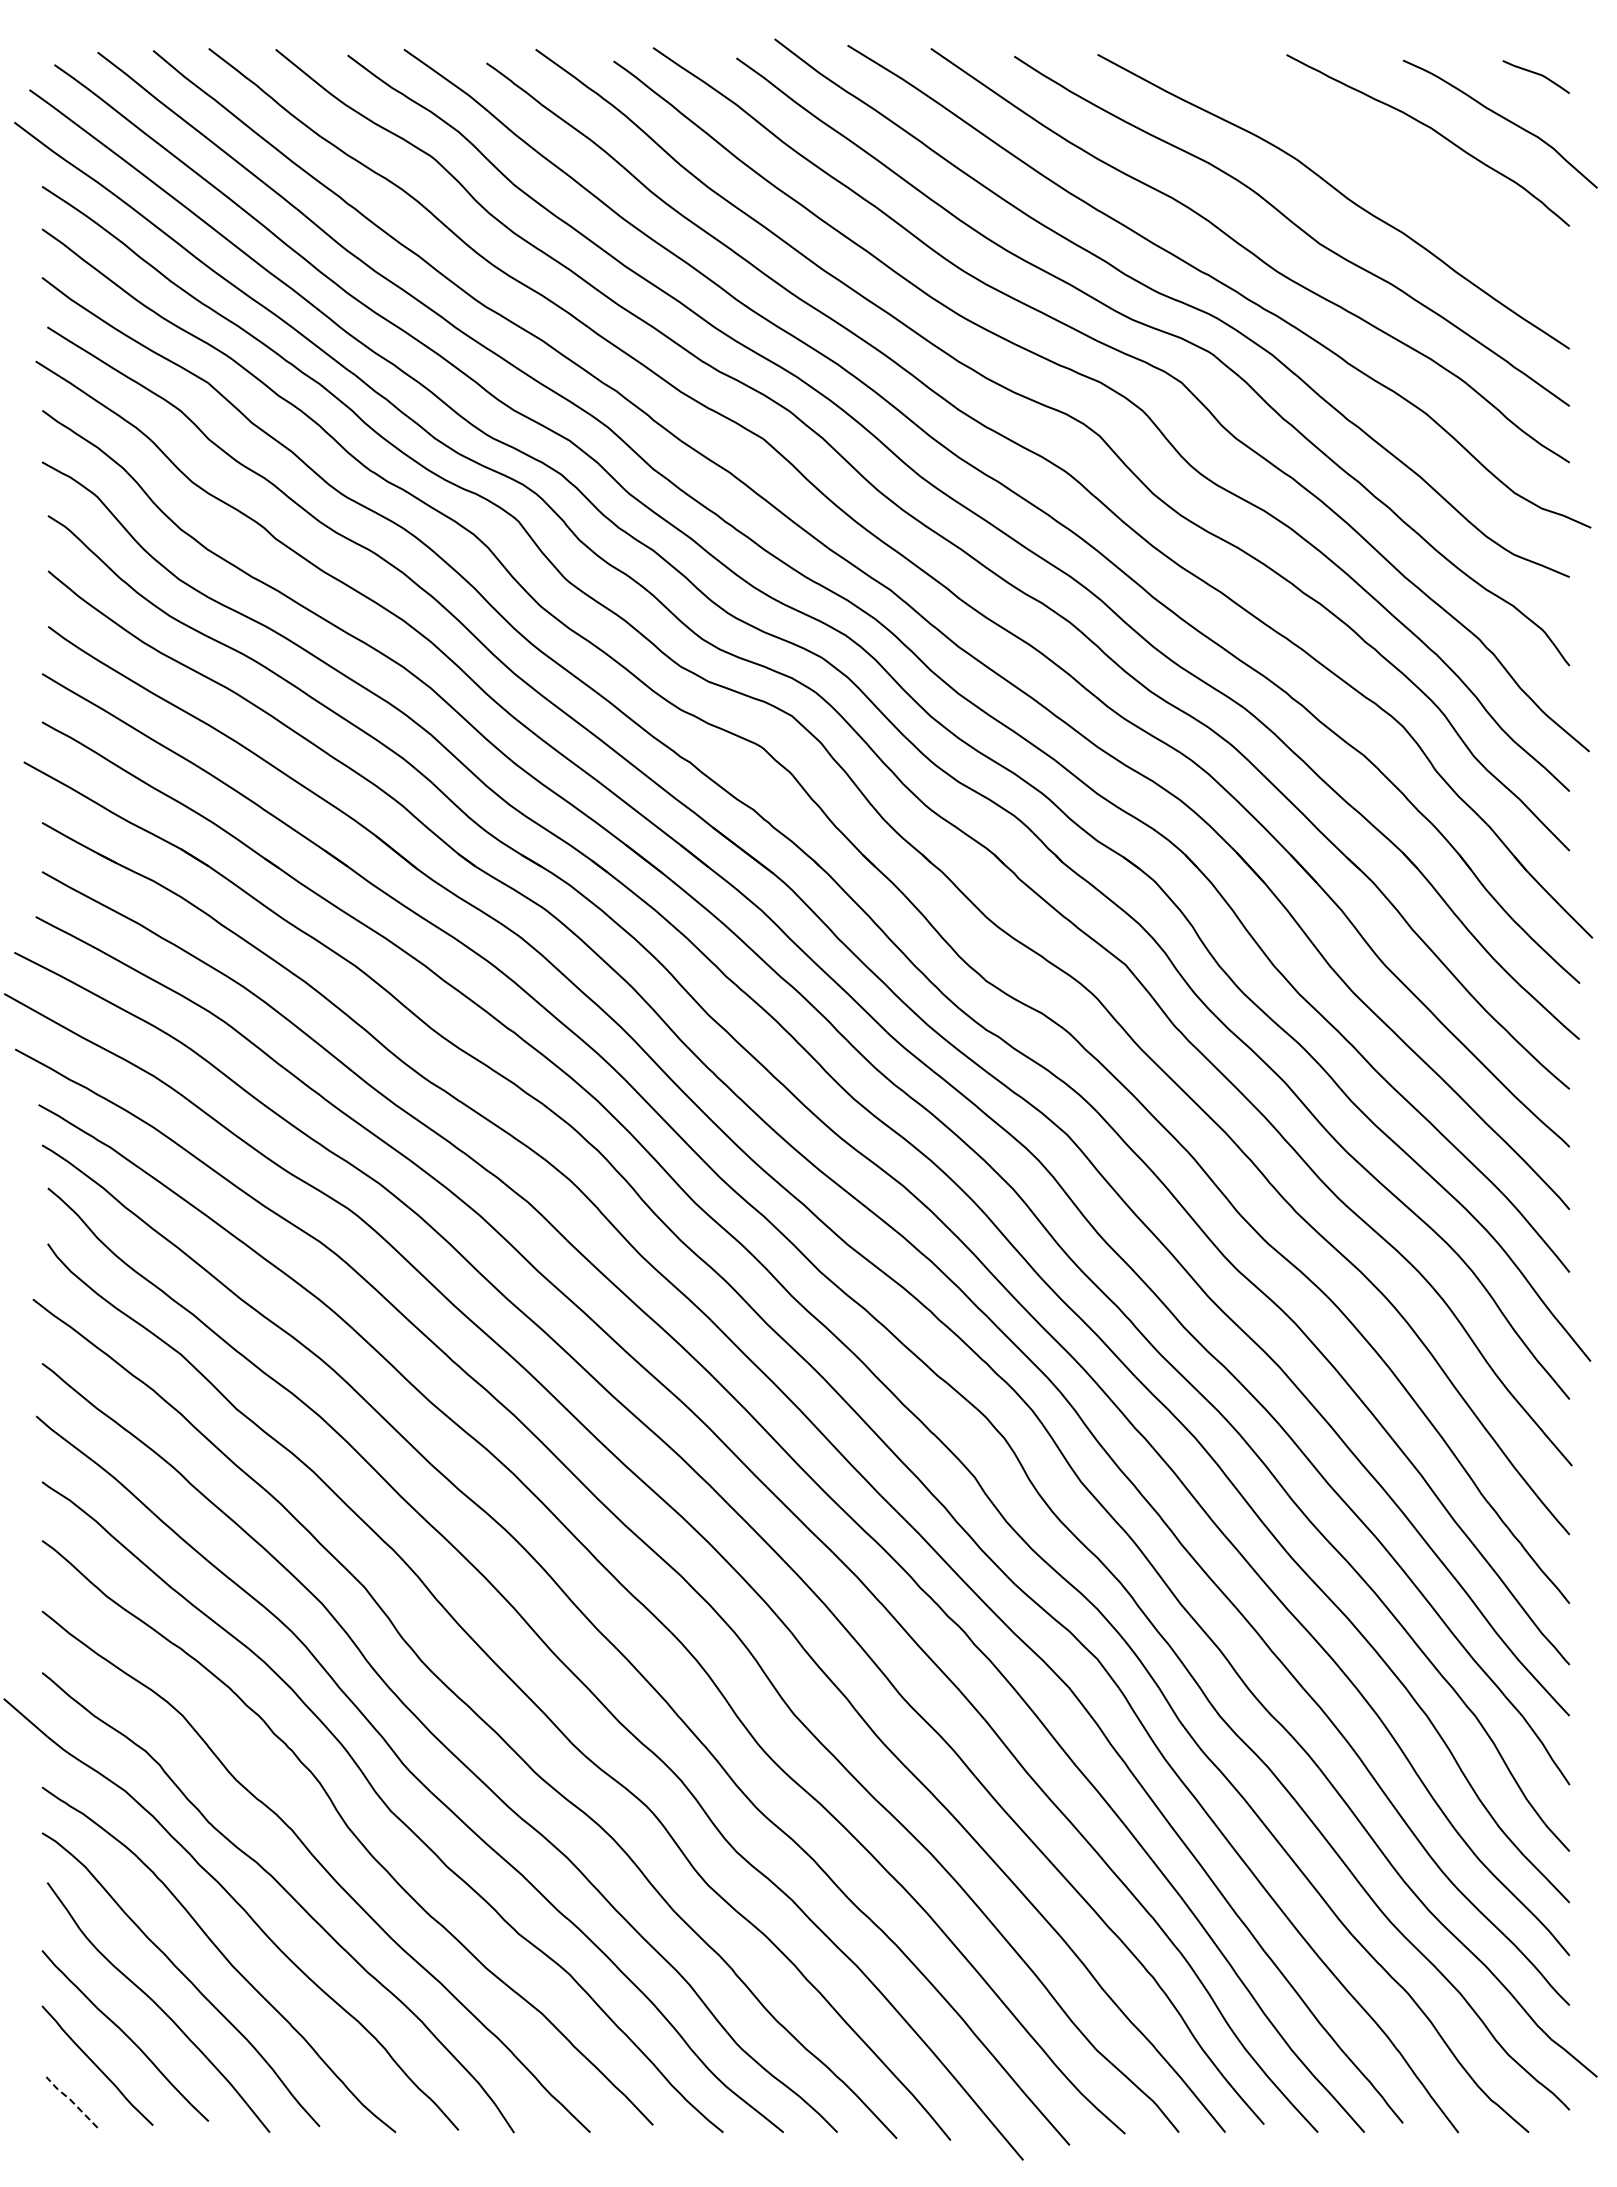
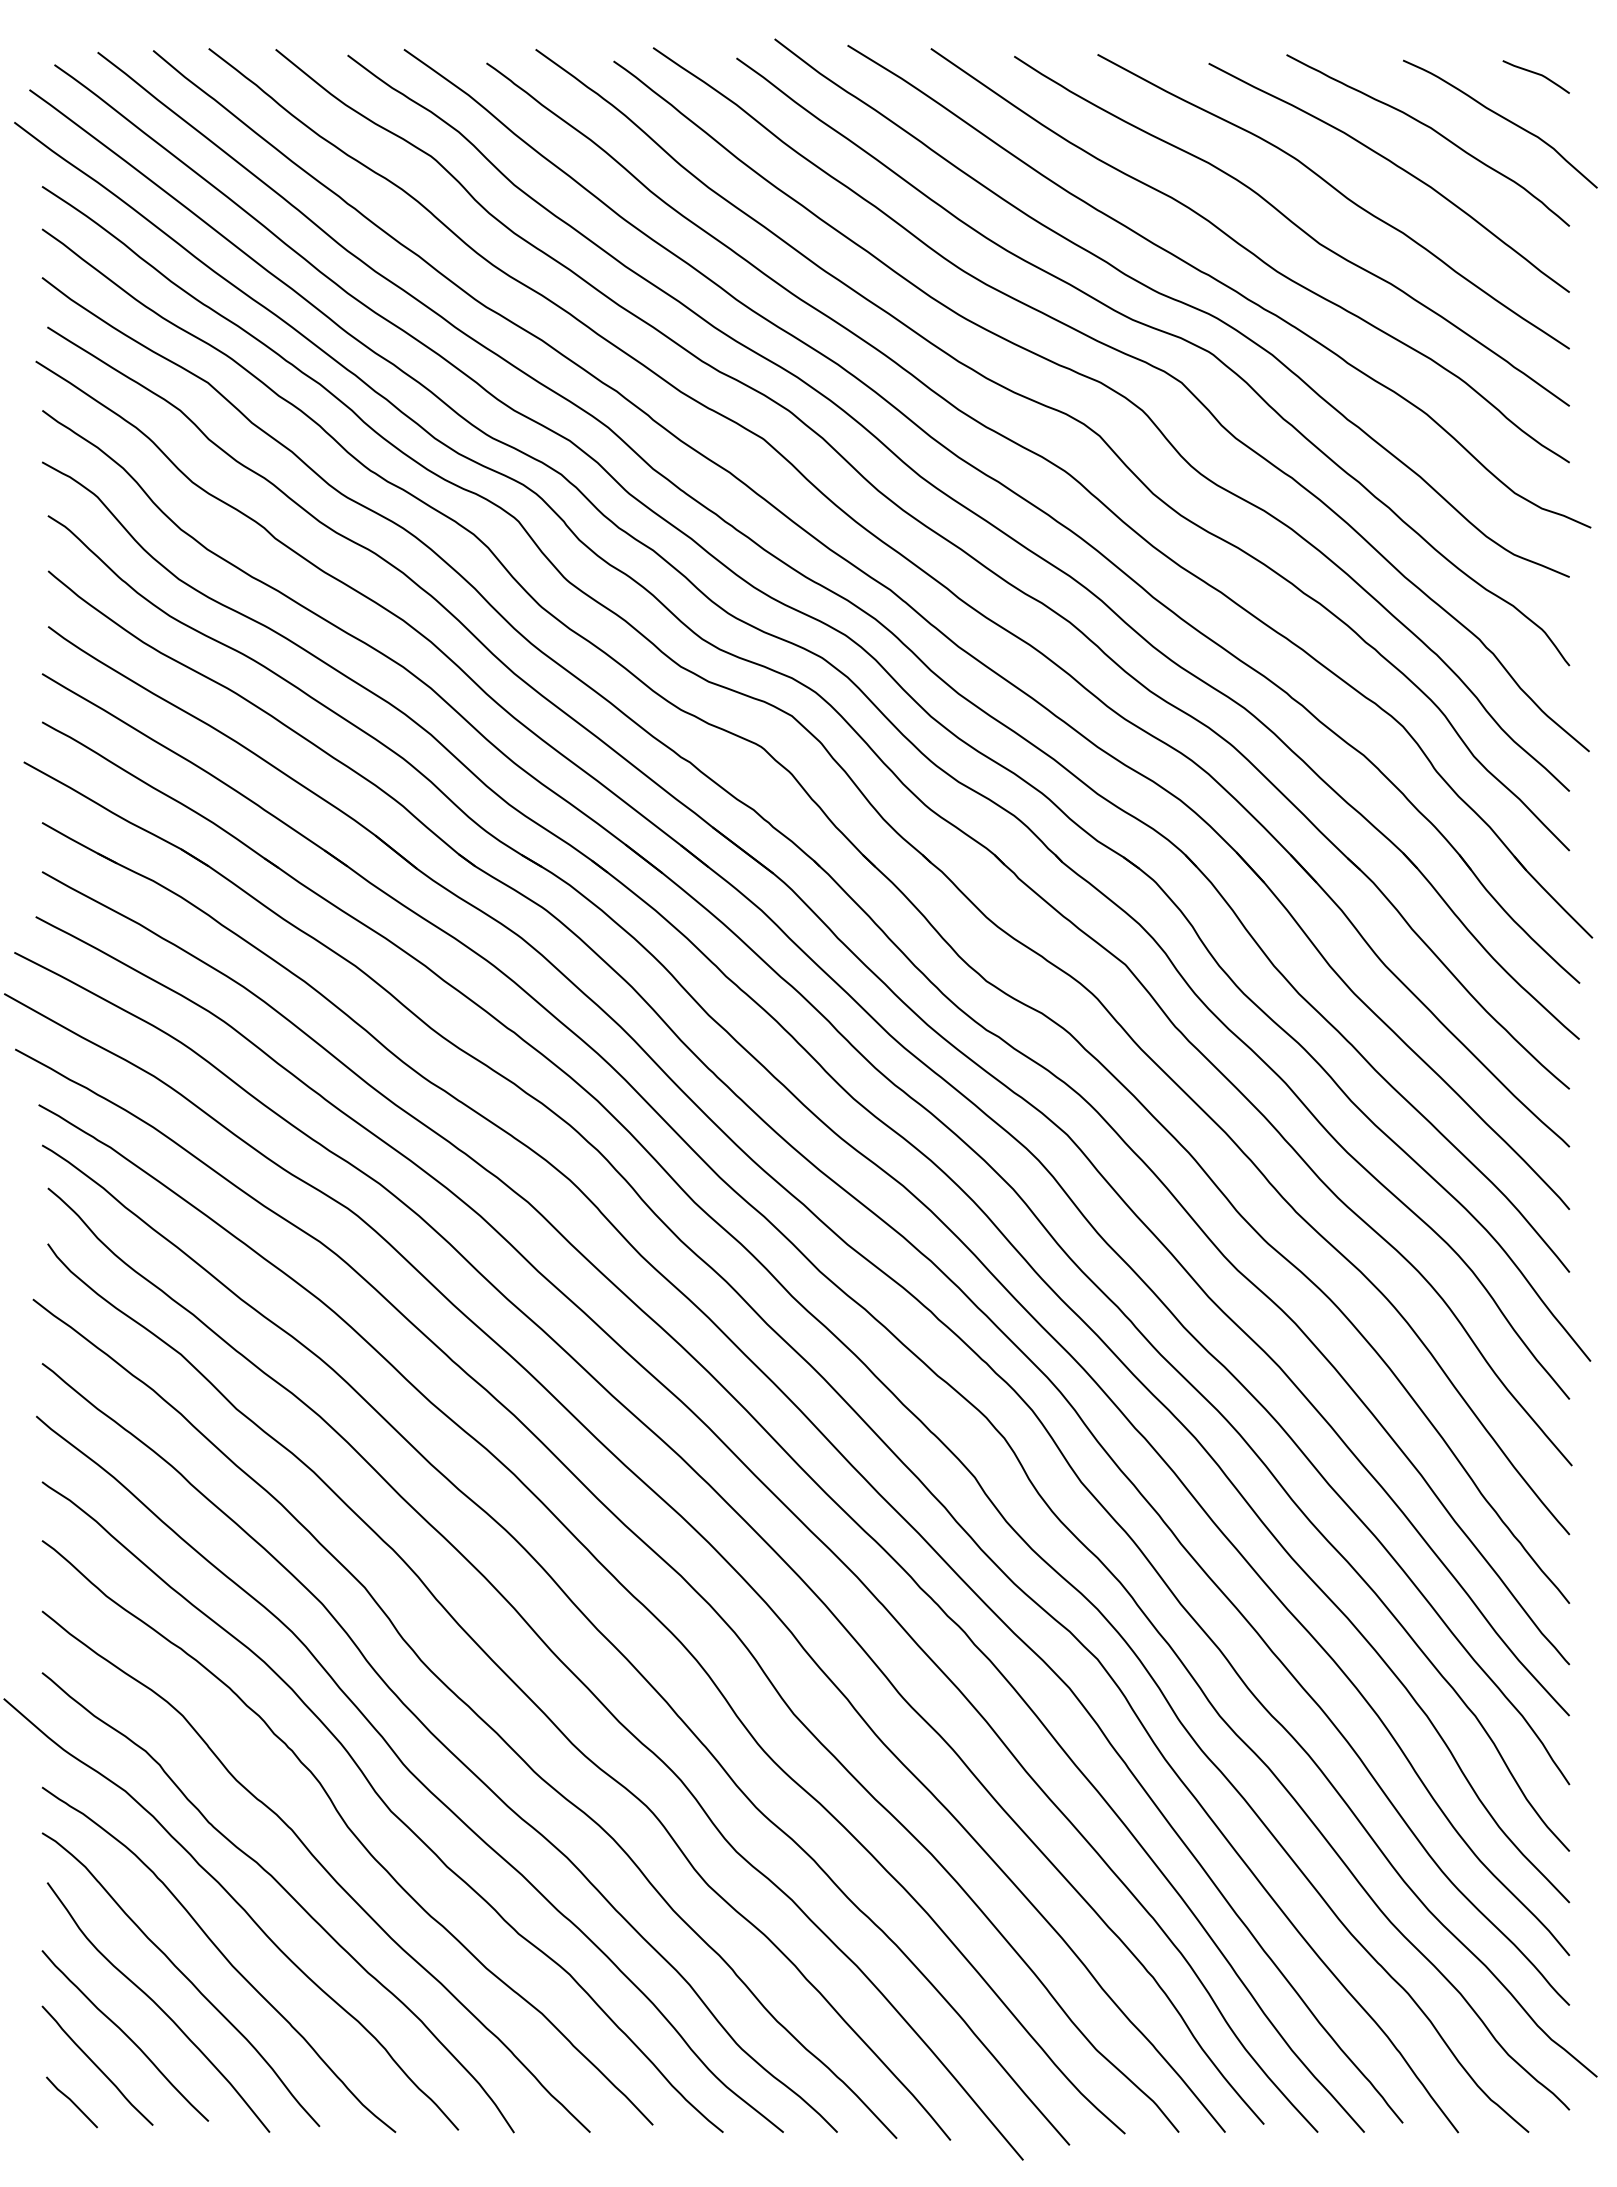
curve at (1394, 165): none -> present
line at (71, 2100): dashed -> solid
